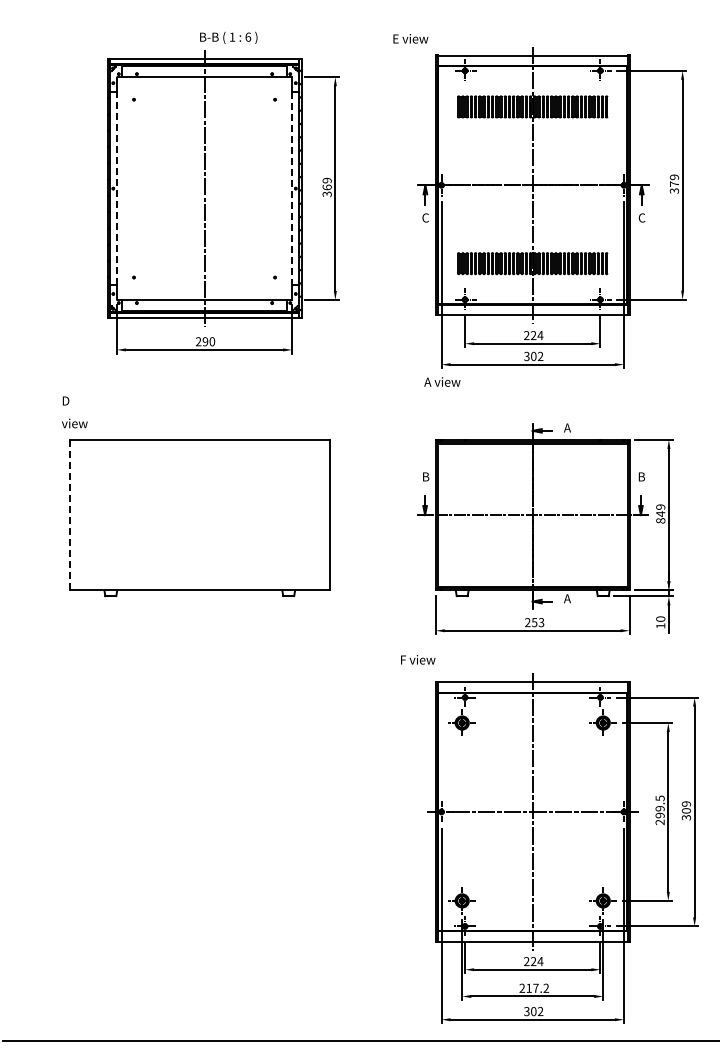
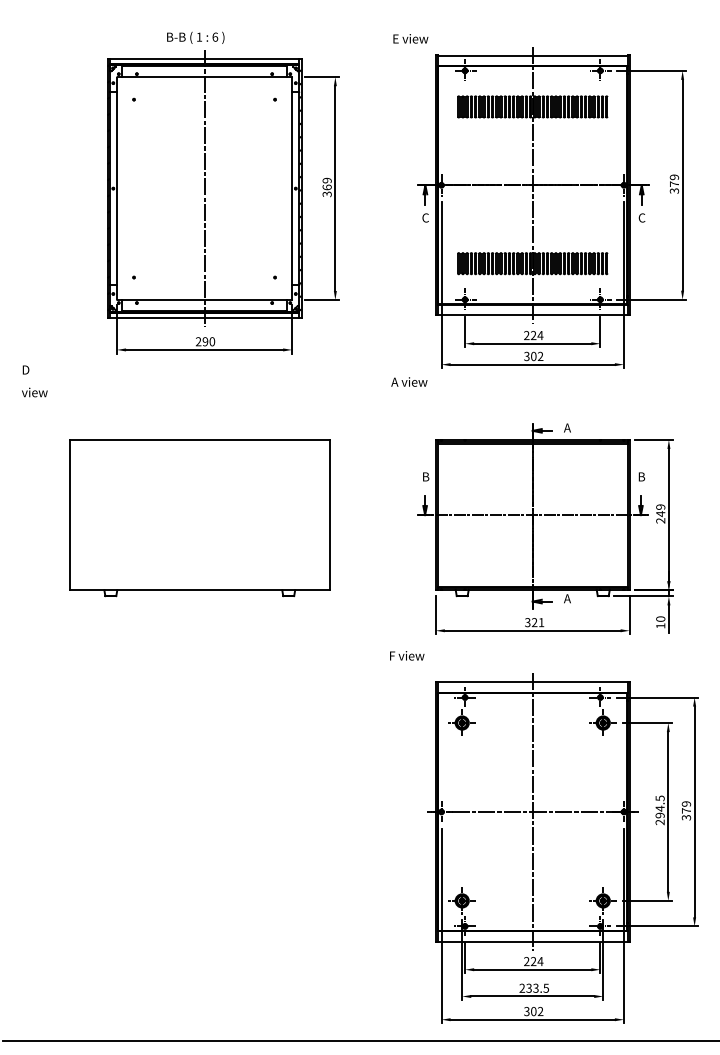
text at (228, 37) position: (228, 37) -> (195, 37)
line at (116, 188): dashed -> solid
line at (292, 189): dashed -> solid
text at (442, 381) position: (442, 381) -> (409, 381)
text at (74, 412) position: (74, 412) -> (34, 381)
line at (69, 515): dashed -> solid
text at (660, 520): 849 -> 249
text at (534, 622): 253 -> 321
text at (418, 659) position: (418, 659) -> (407, 655)
text at (659, 808): 299.5 -> 294.5
text at (686, 810): 309 -> 379
text at (537, 987): 217.2 -> 233.5
